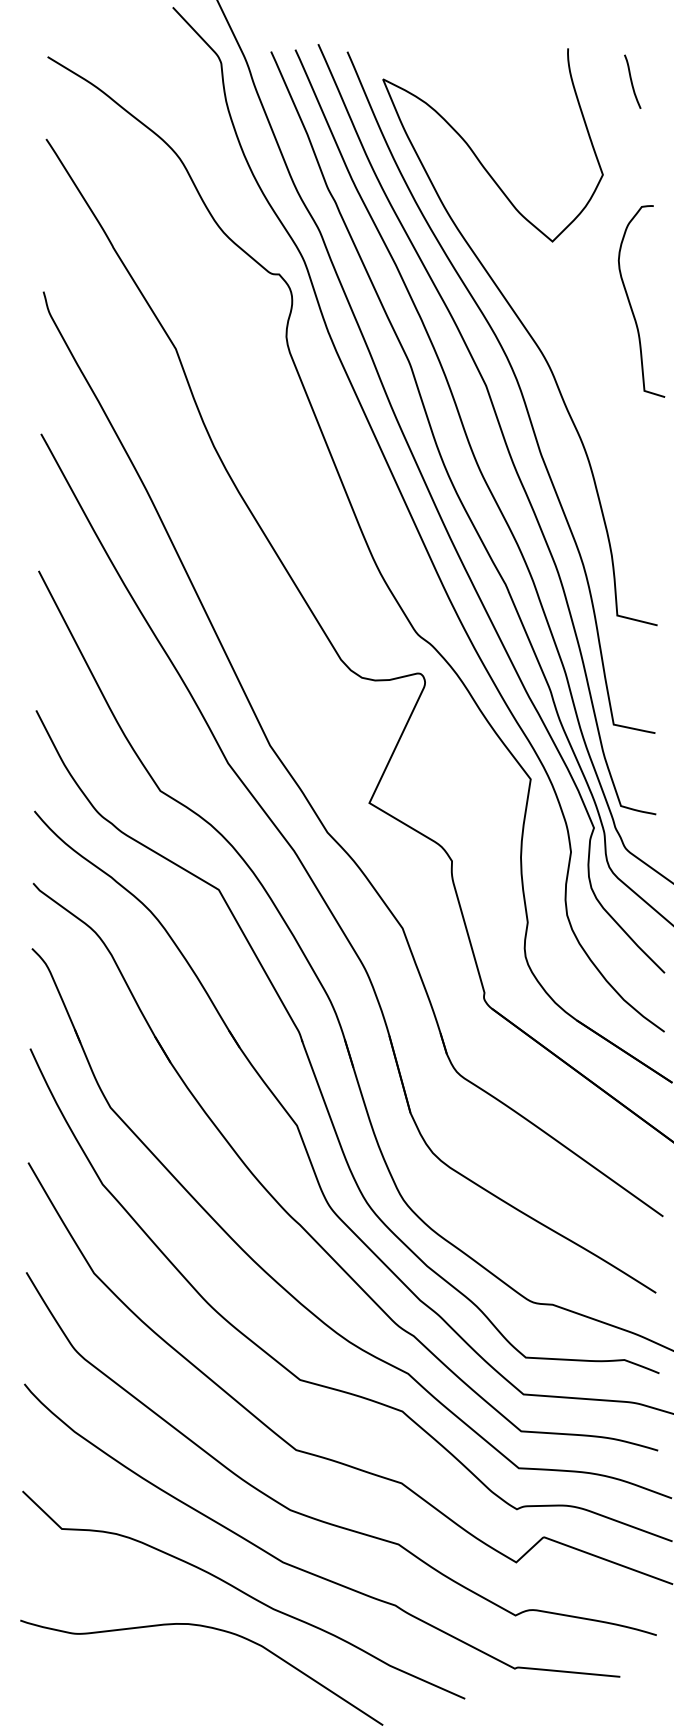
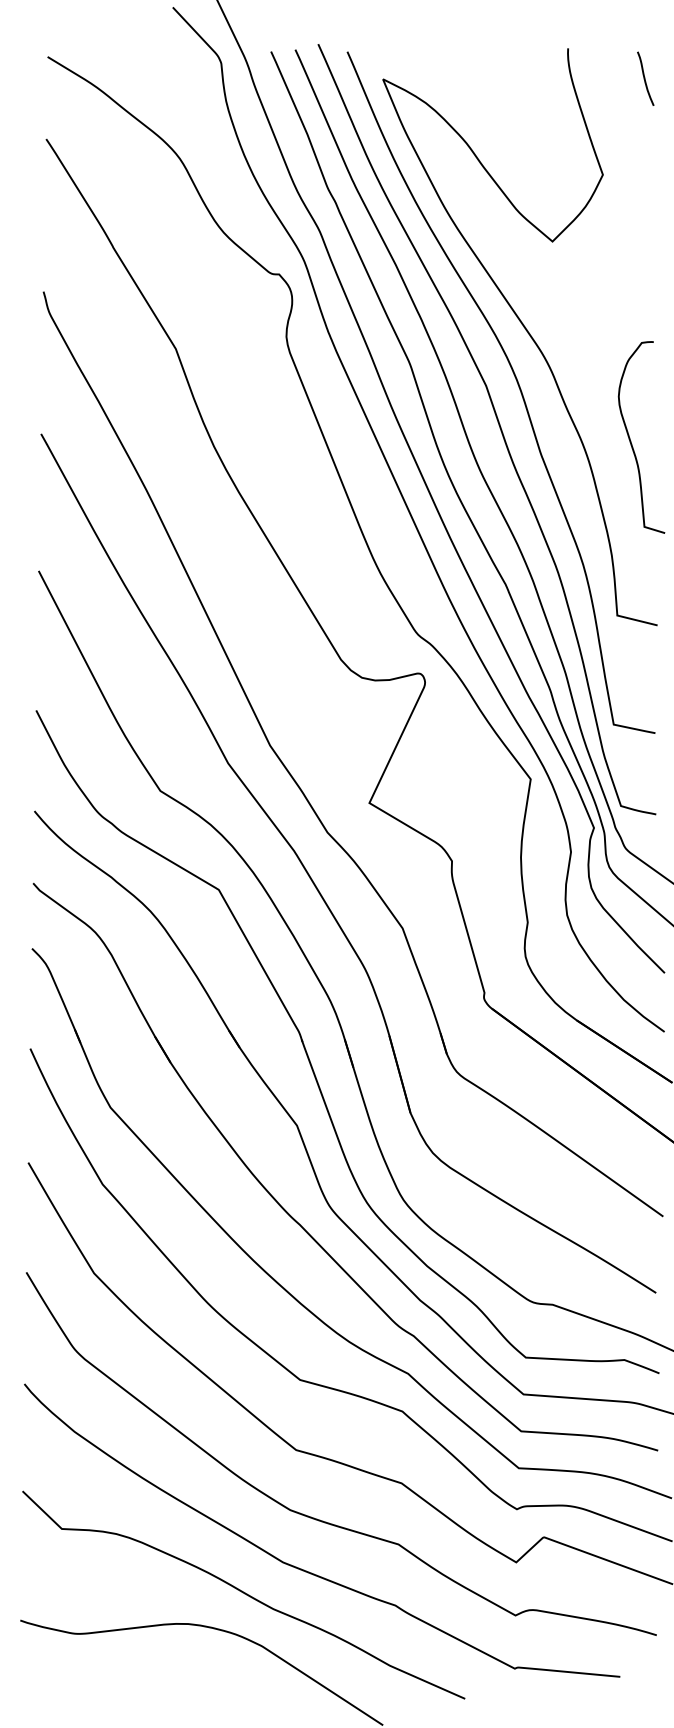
curve at (632, 81) position: (632, 81) -> (645, 78)
curve at (631, 305) position: (631, 305) -> (631, 441)
